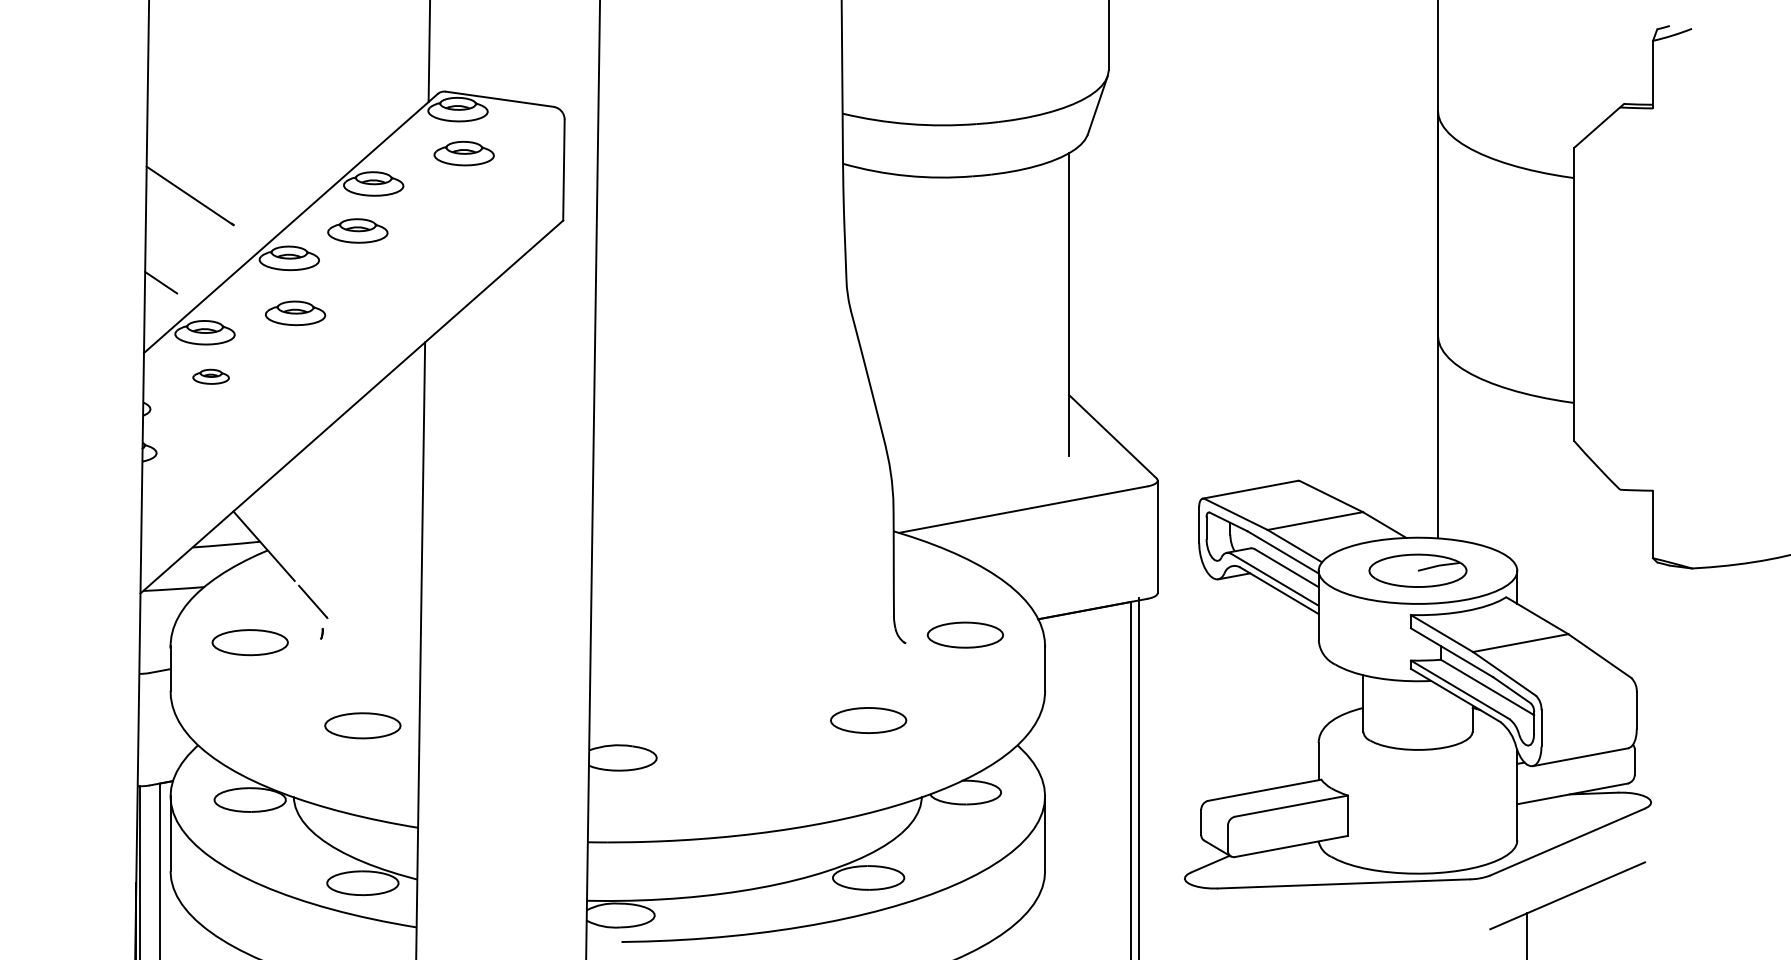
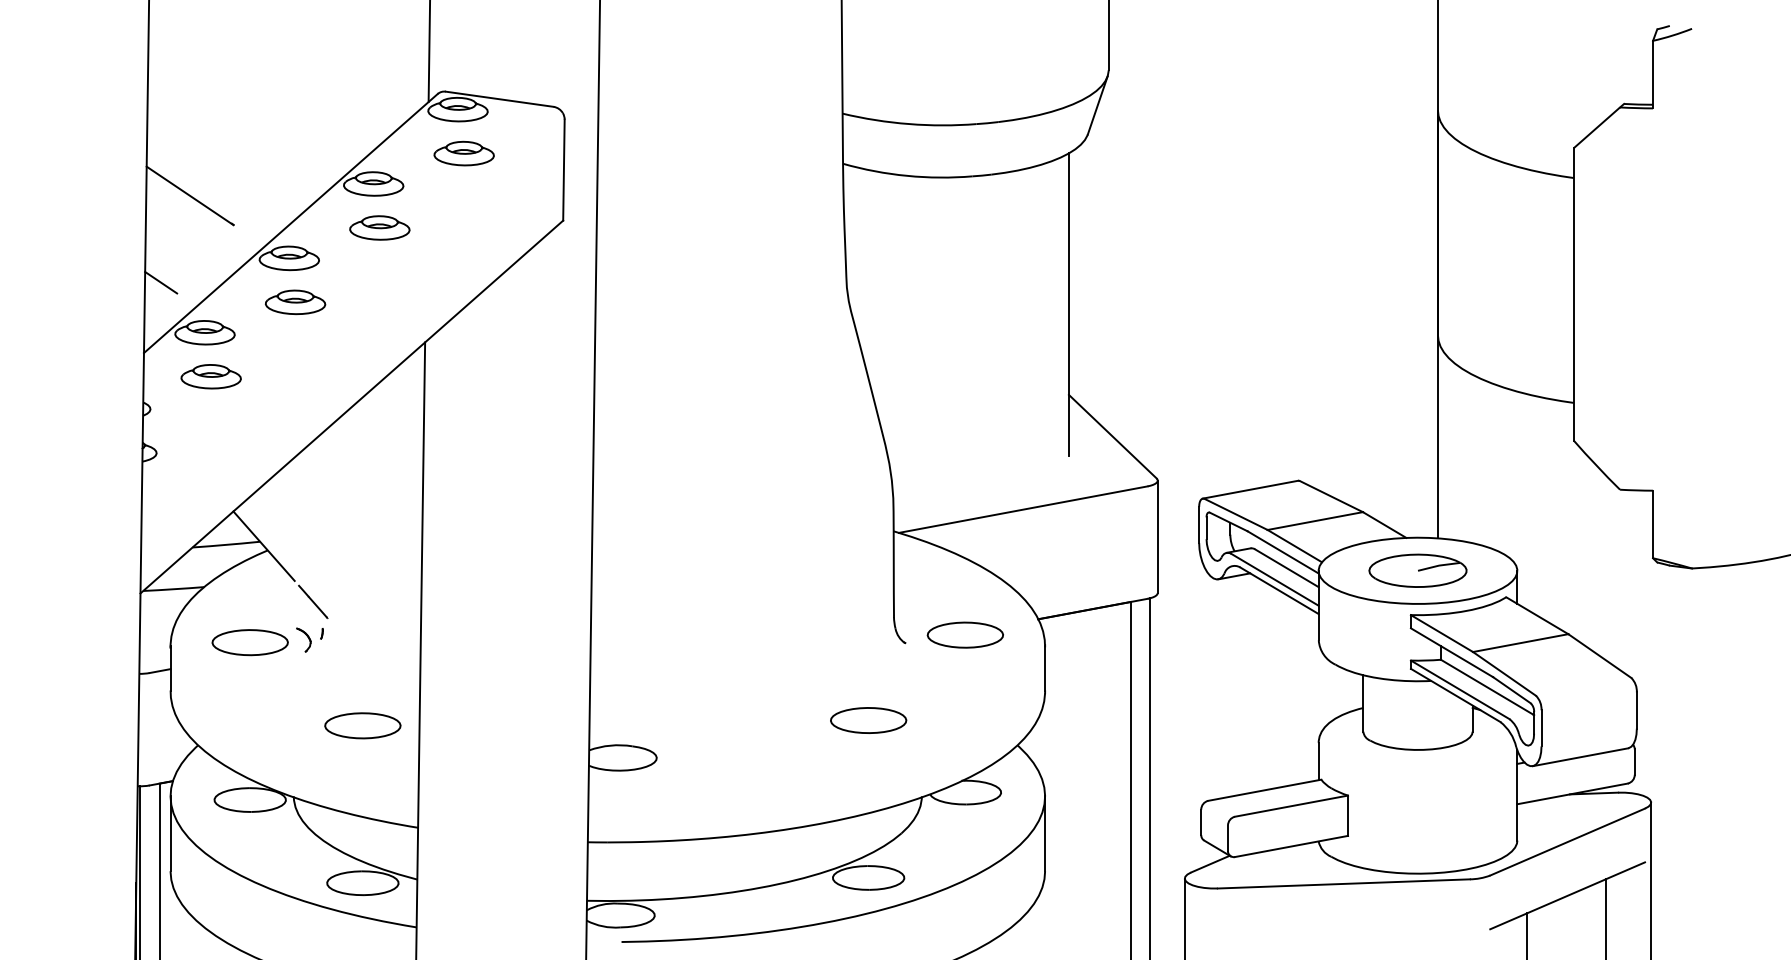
part at (357, 230) position: (357, 230) -> (379, 227)
part at (295, 313) position: (295, 313) -> (295, 302)
part at (210, 376) size: 38x17 px -> 62x26 px
part at (303, 639): none -> present
line at (1139, 777) position: (1139, 777) -> (1150, 777)
line at (1651, 879): none -> present
line at (1184, 917): none -> present
line at (1606, 917): none -> present
